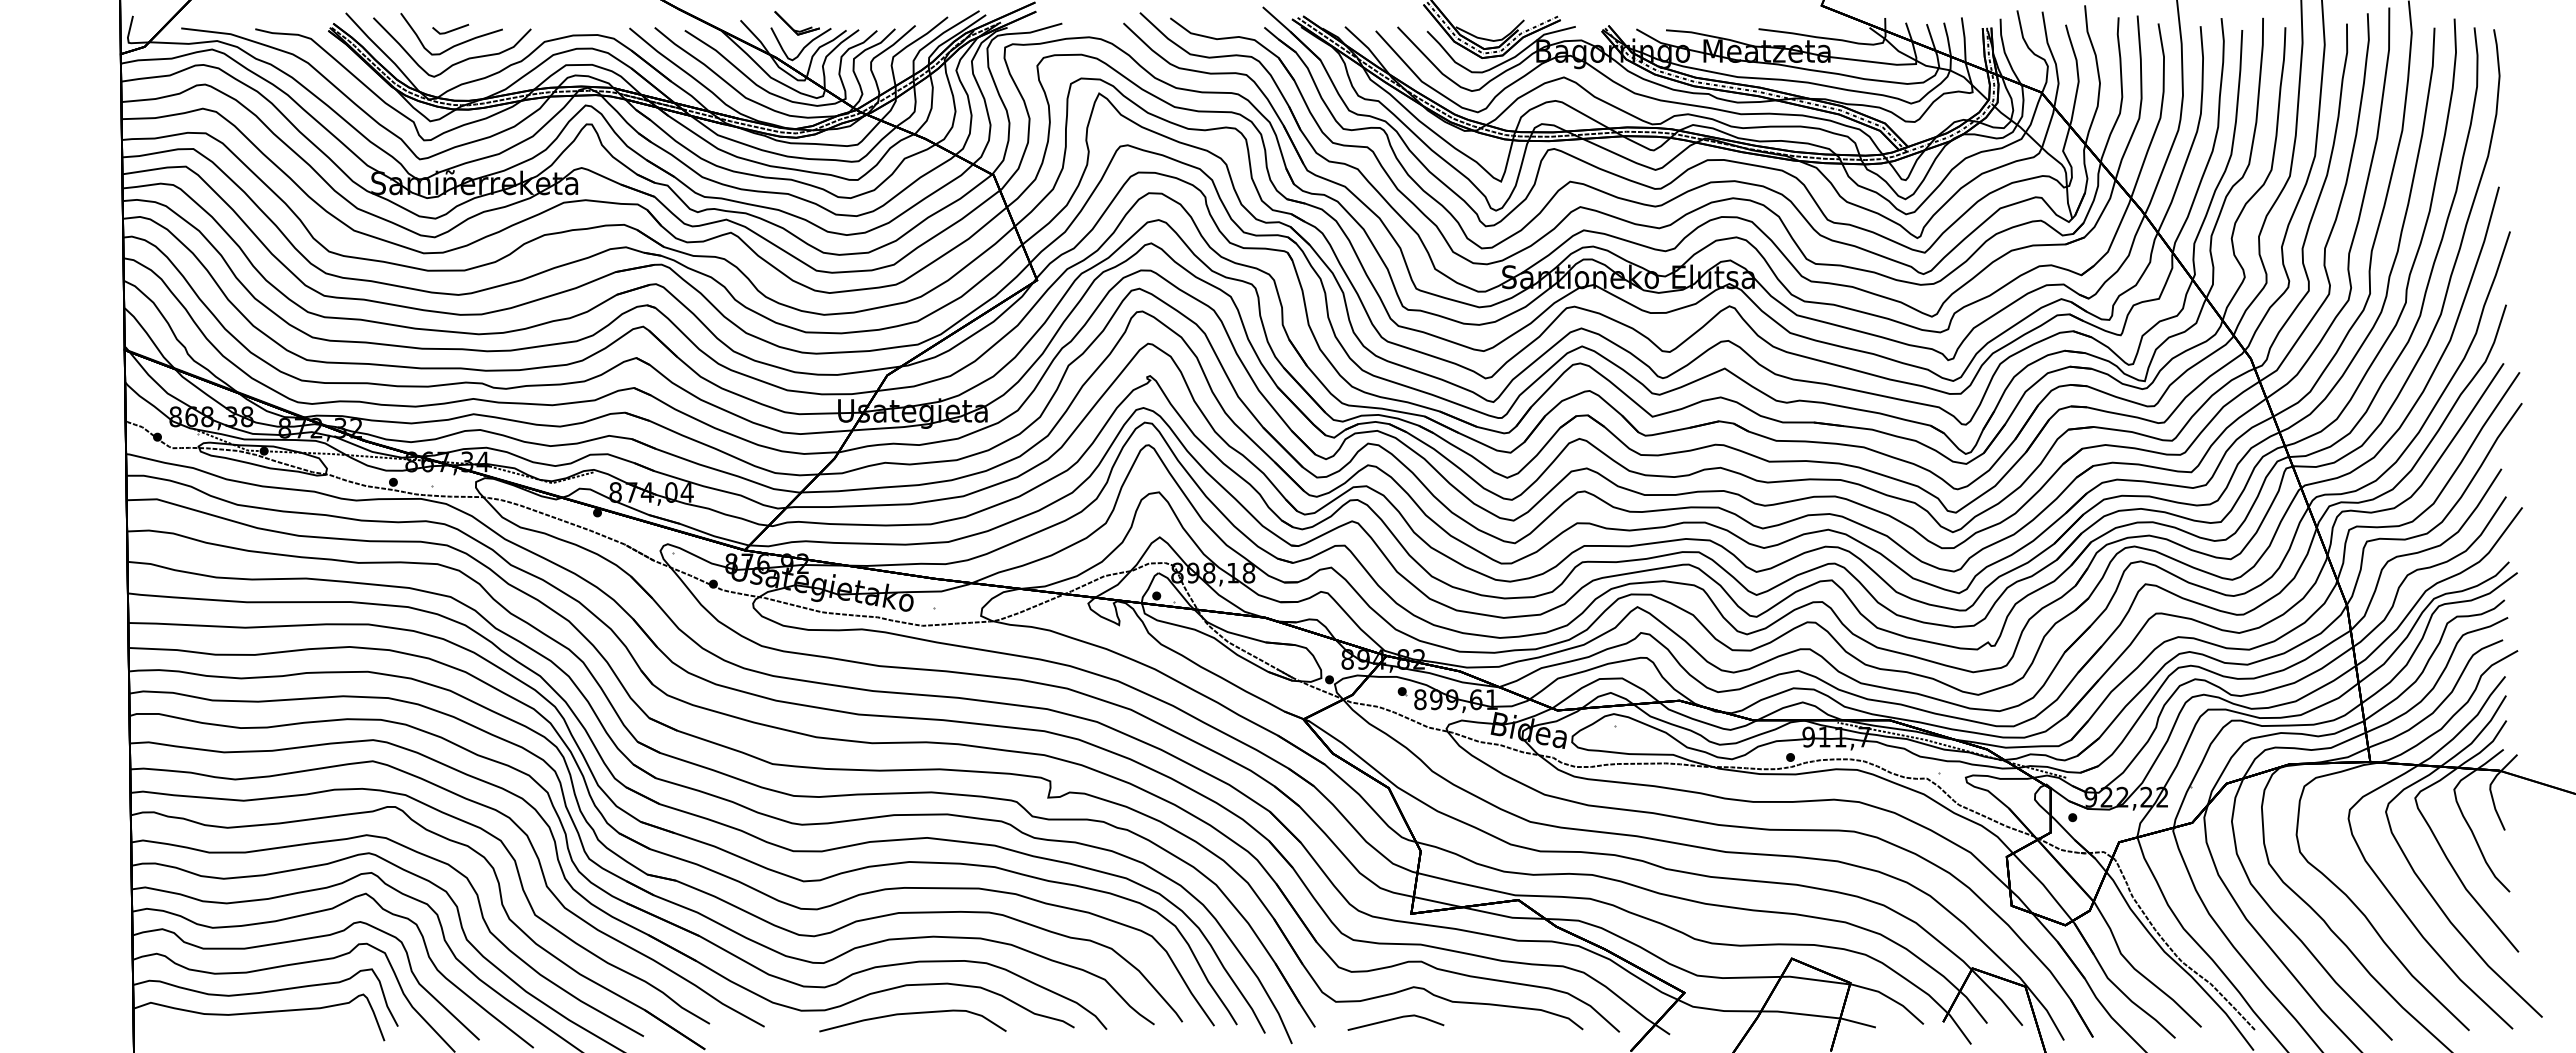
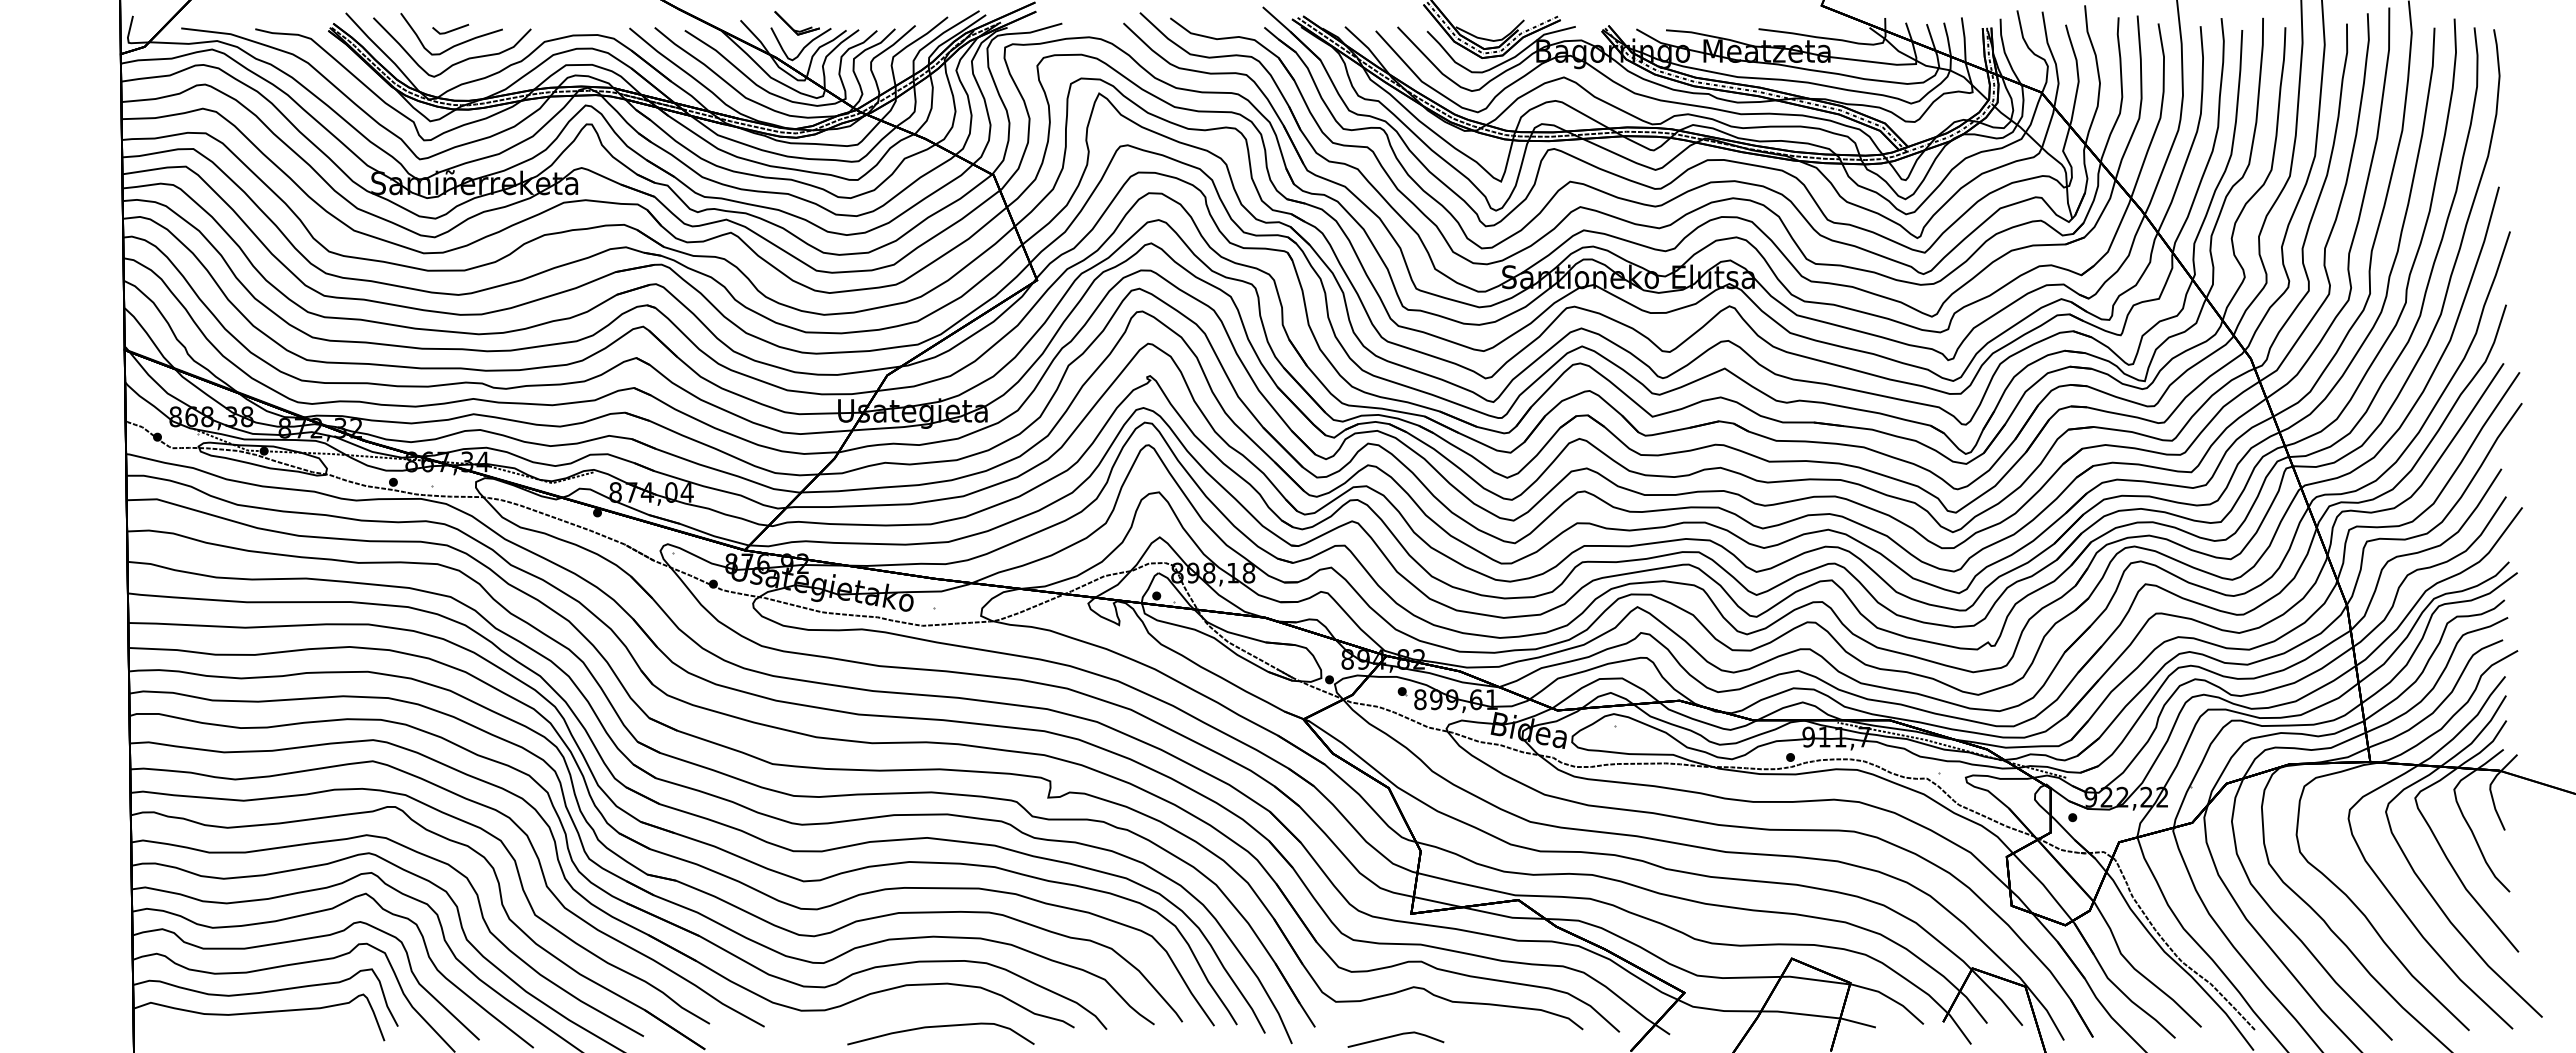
curve at (912, 1014) position: (912, 1014) -> (940, 1027)
line at (1395, 1019) position: (1395, 1019) -> (1395, 1036)
